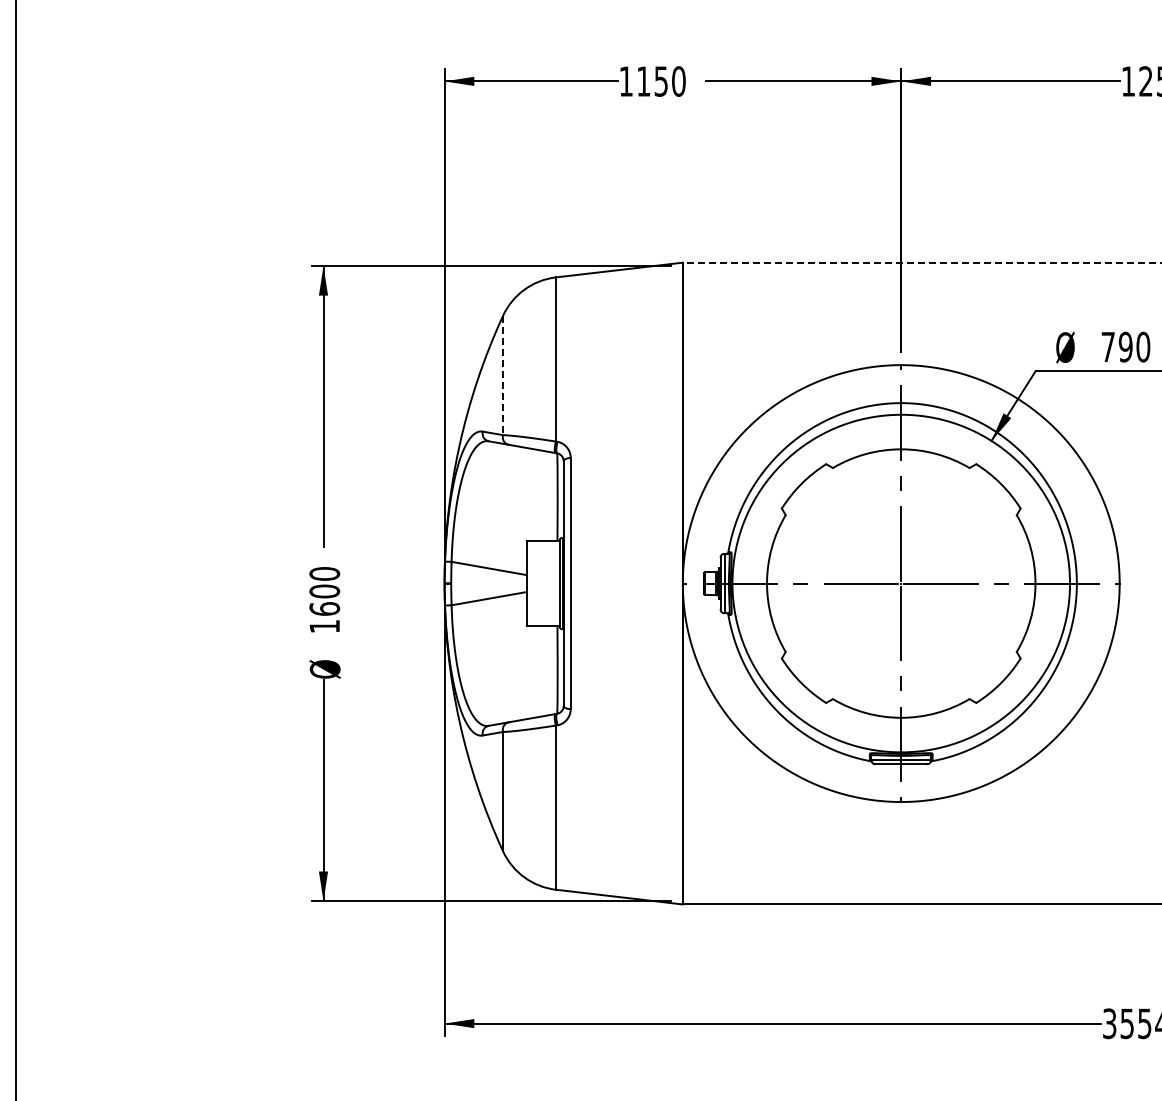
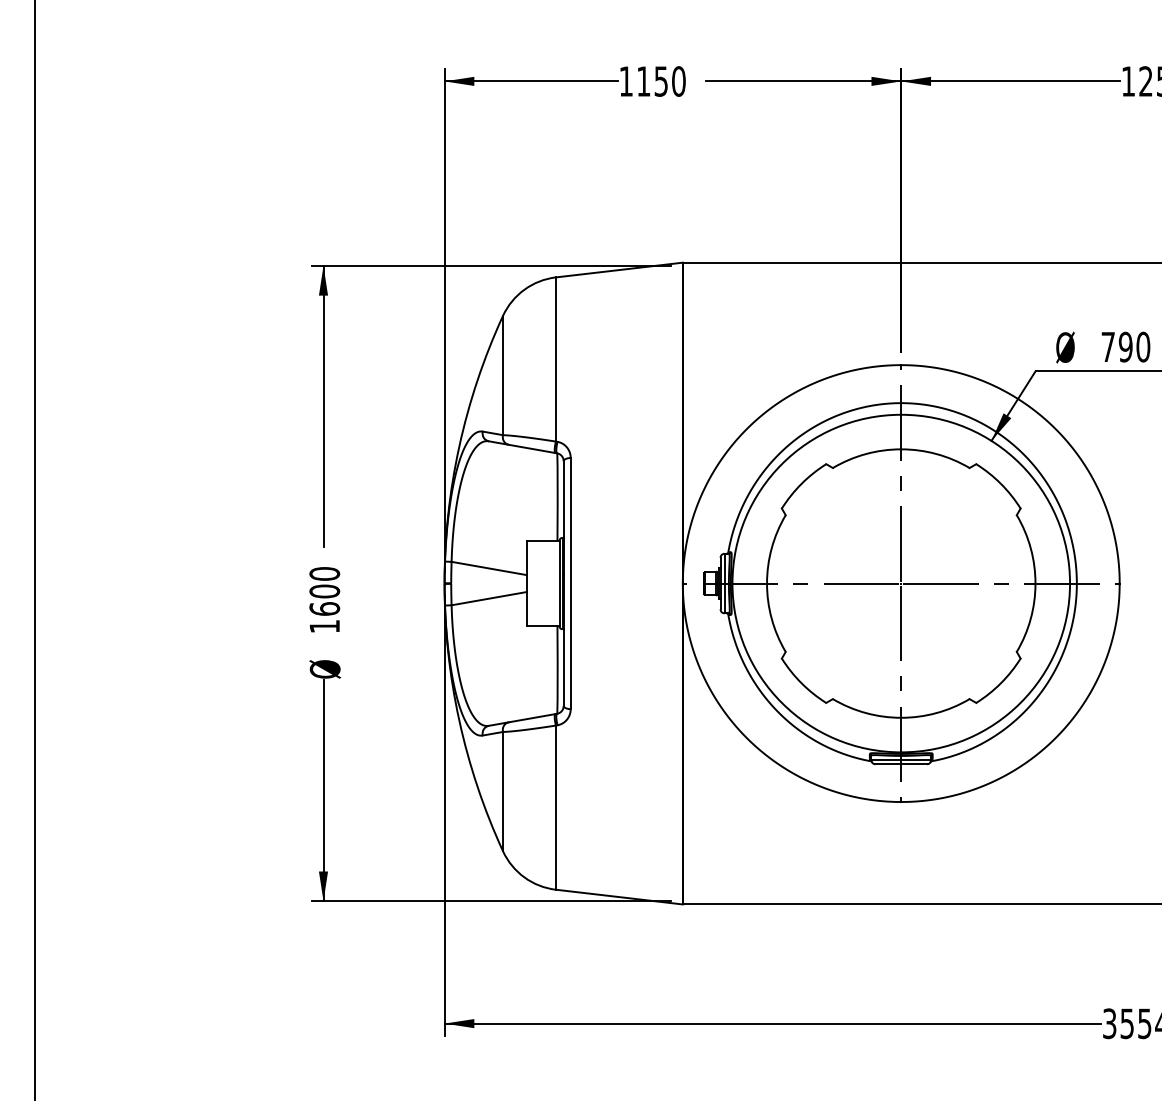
line at (921, 262): dashed -> solid
line at (503, 375): dashed -> solid
line at (15, 549) position: (15, 549) -> (34, 549)
